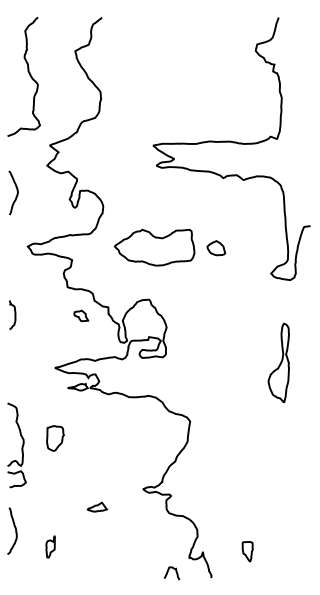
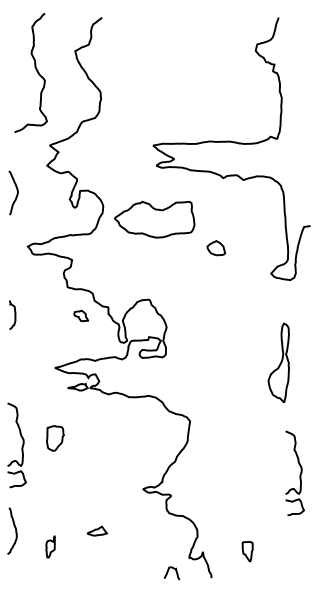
curve at (28, 73) position: (28, 73) -> (35, 69)
part at (154, 247) position: (154, 247) -> (154, 219)
part at (294, 473): none -> present
part at (97, 506) position: (97, 506) -> (97, 530)
